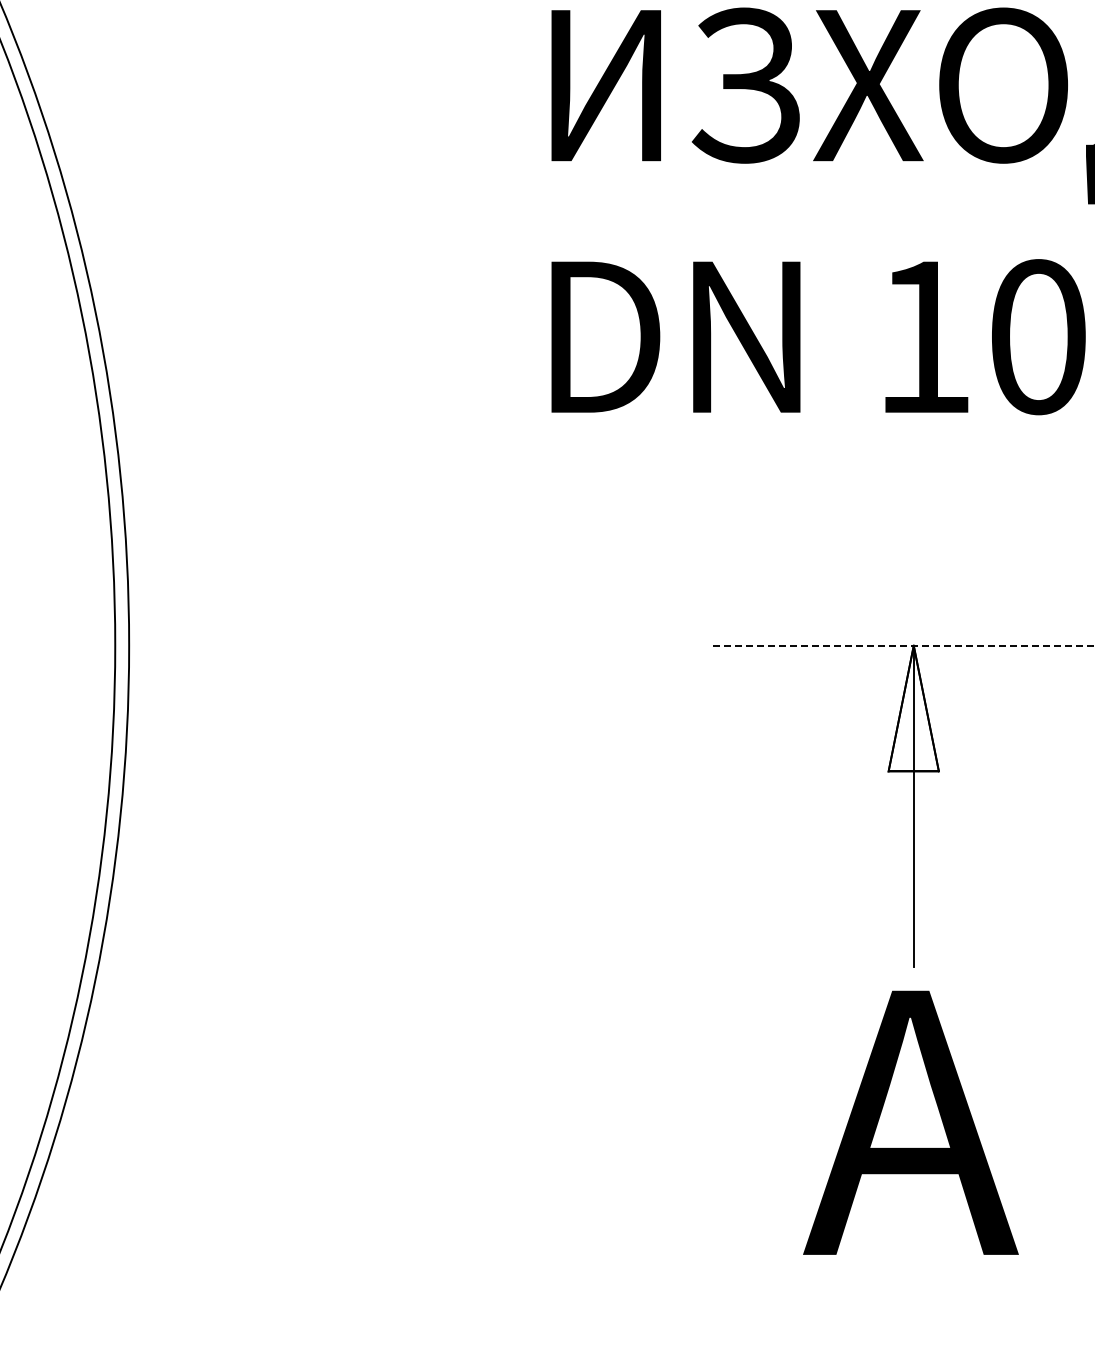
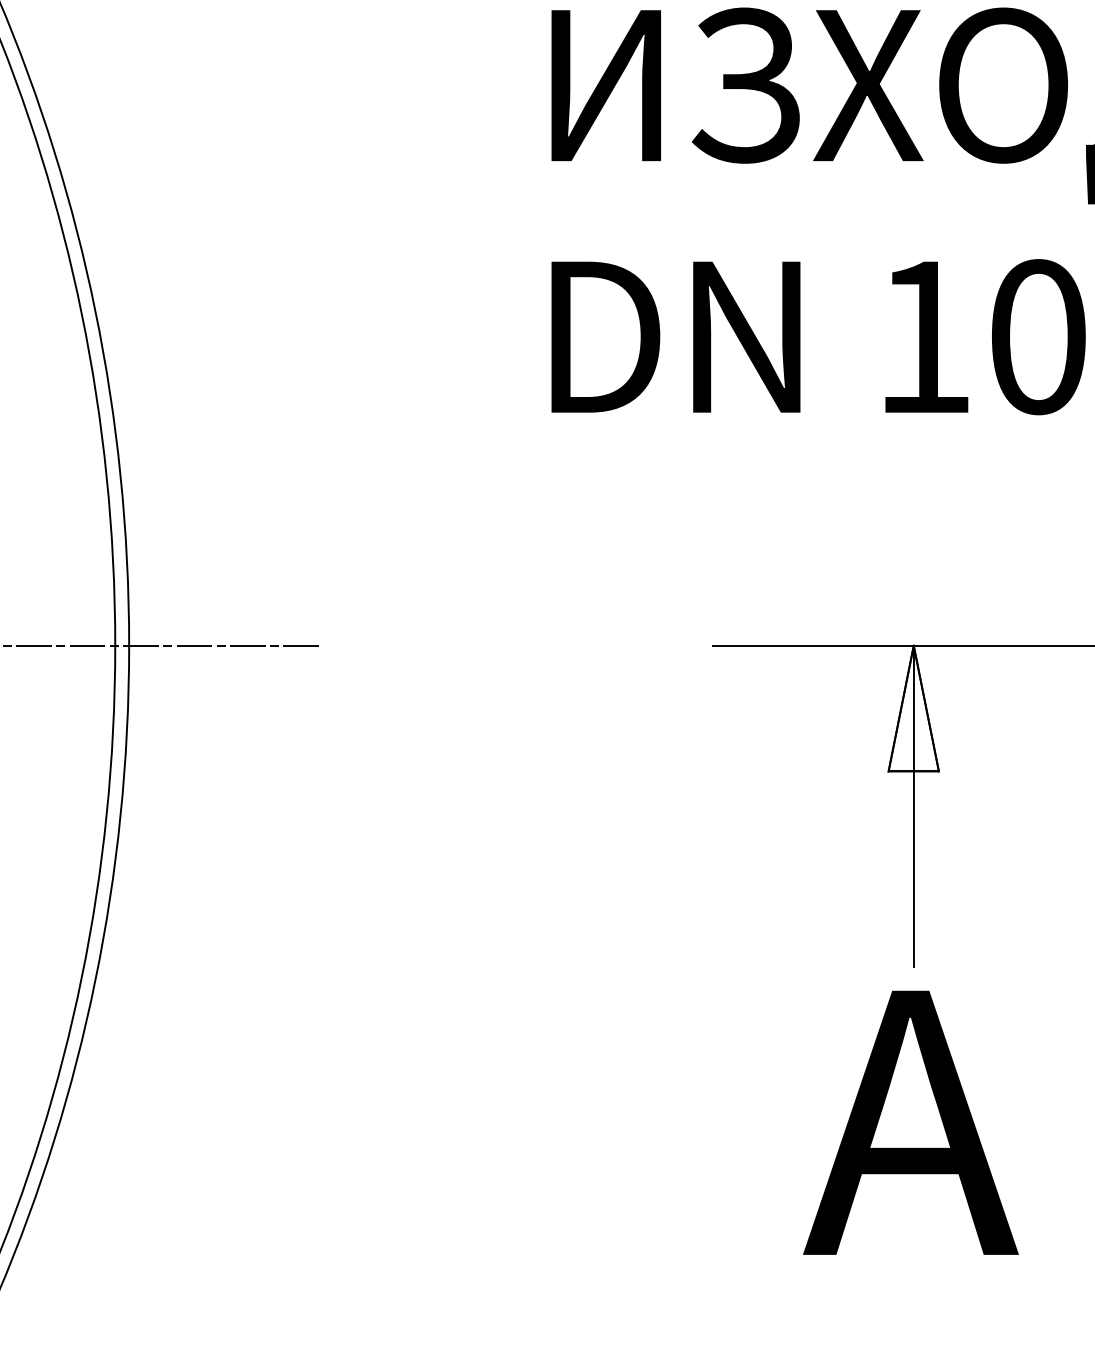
line at (160, 645): none -> present
line at (903, 645): dashed -> solid
